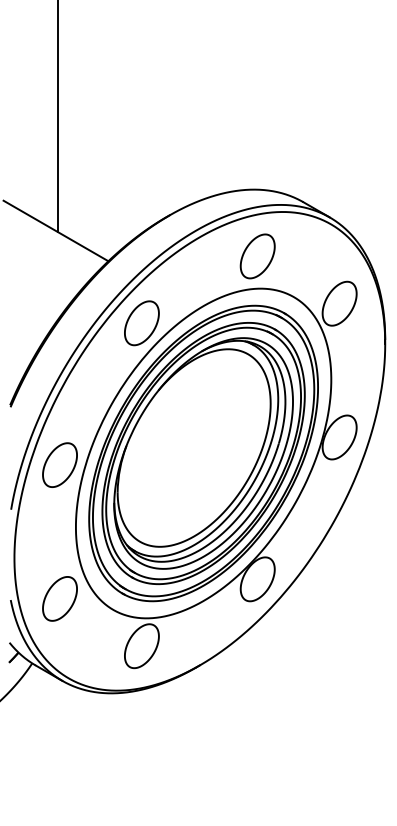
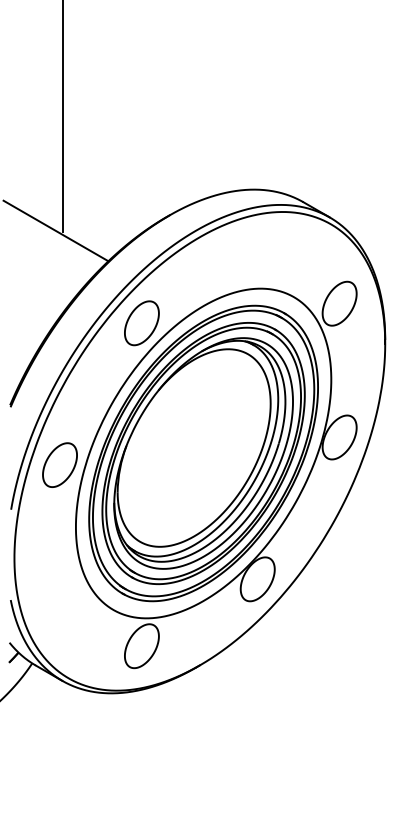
line at (58, 117) position: (58, 117) -> (63, 117)
part at (257, 256): present -> none
part at (59, 598): present -> none
